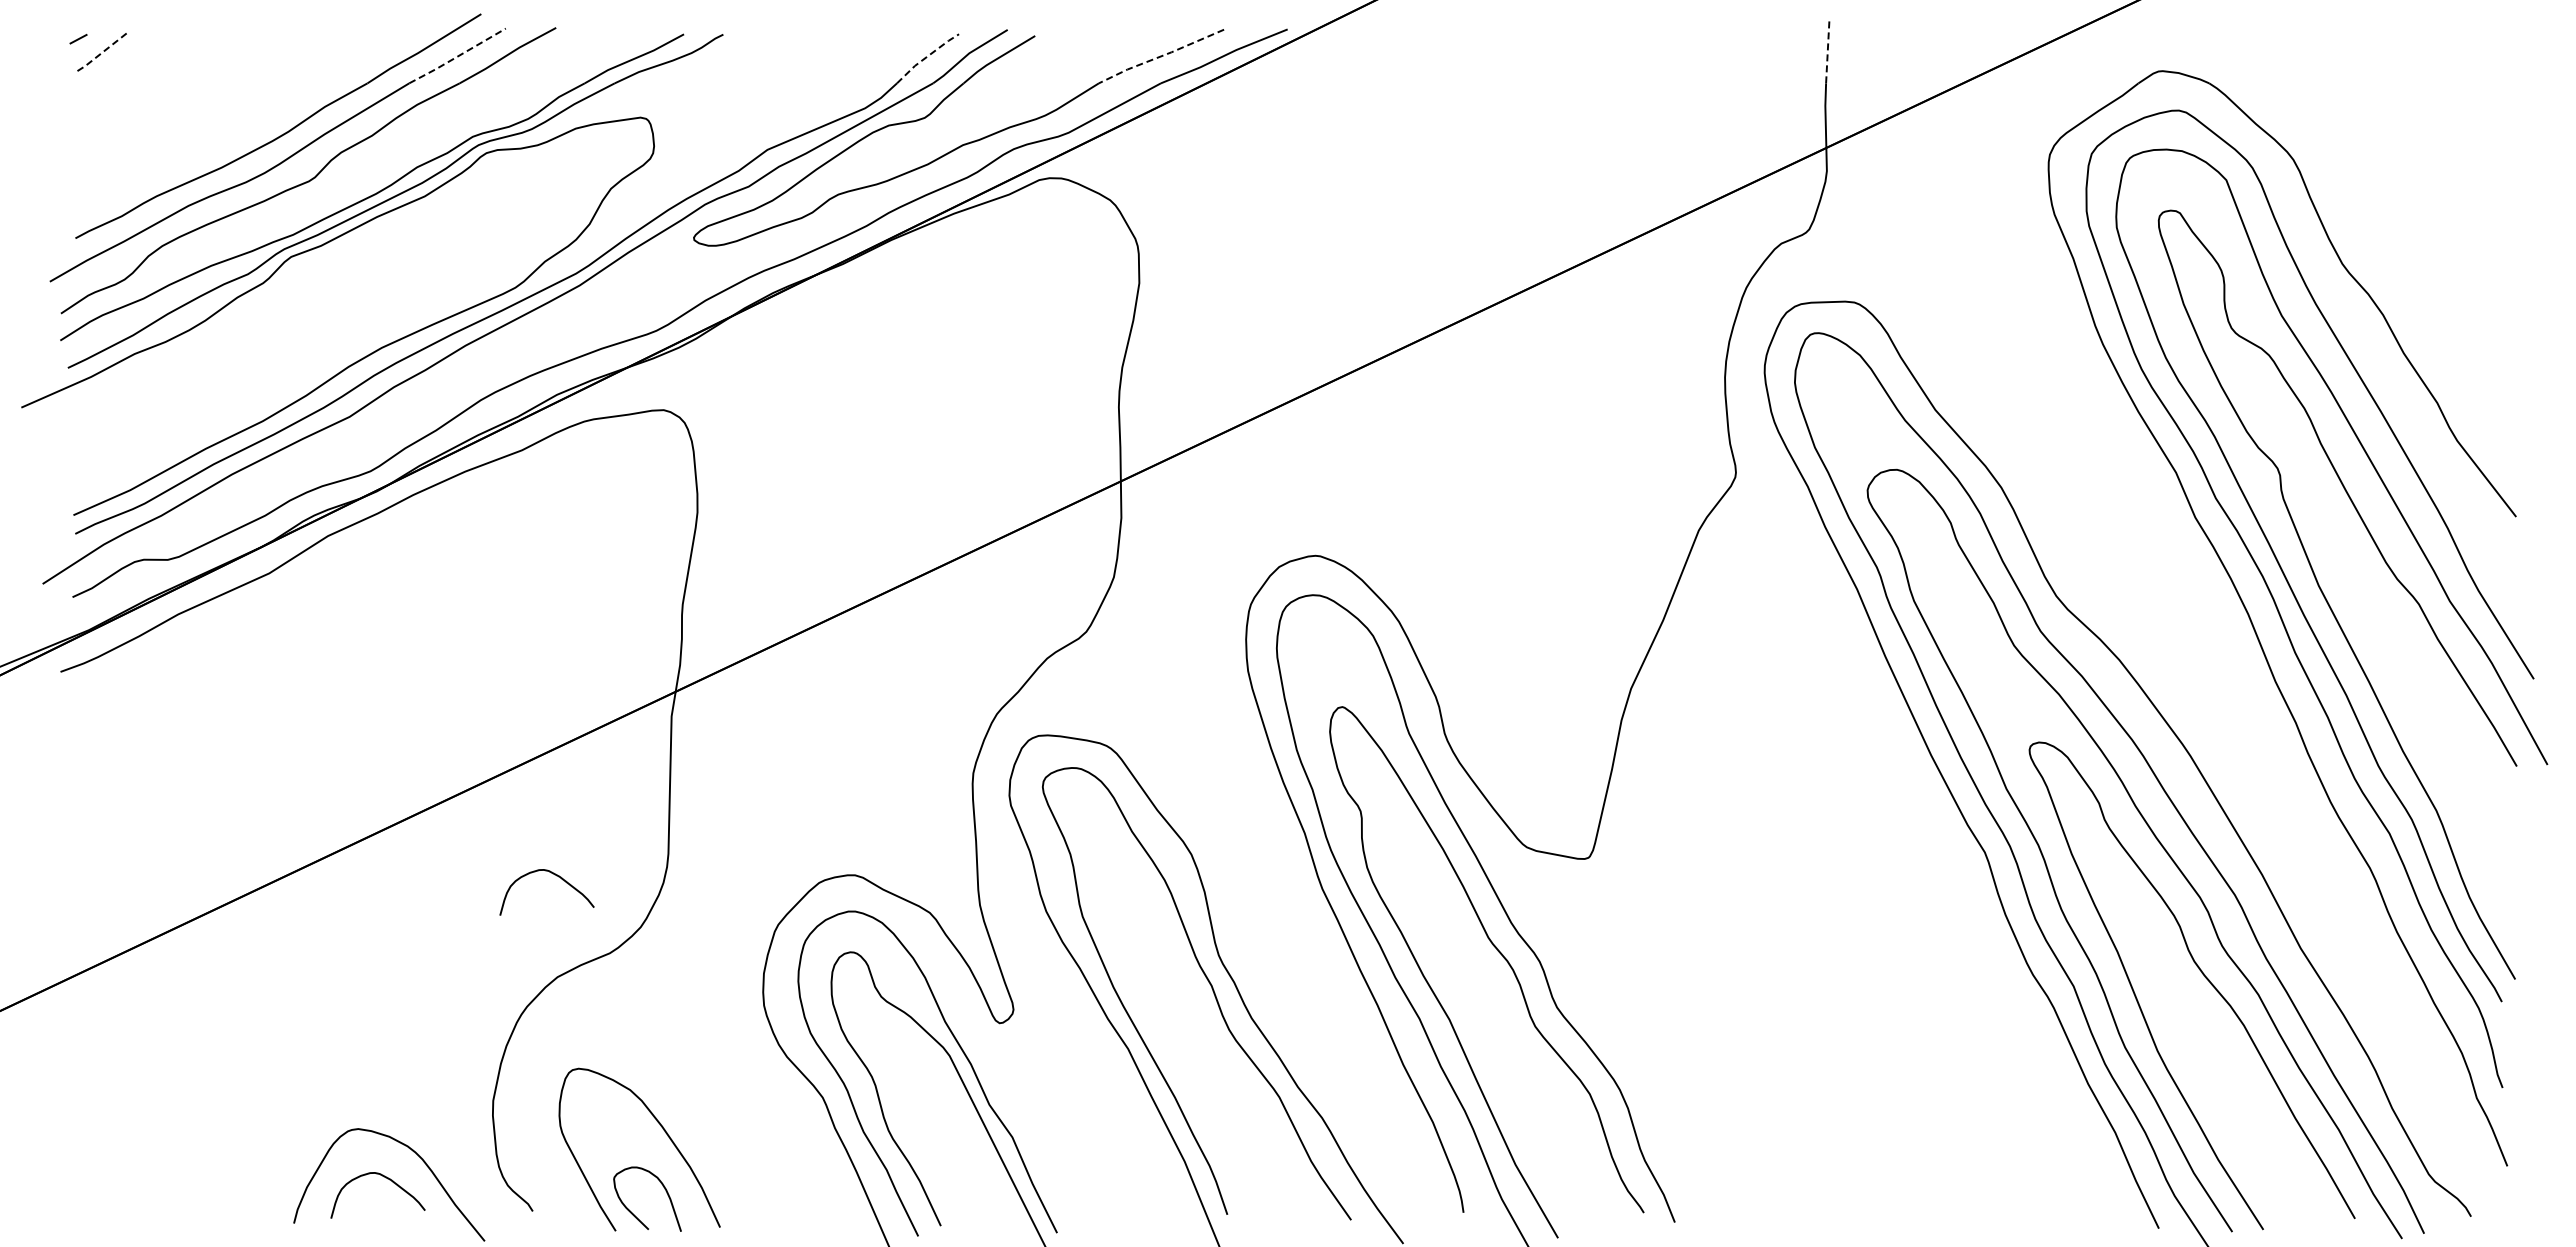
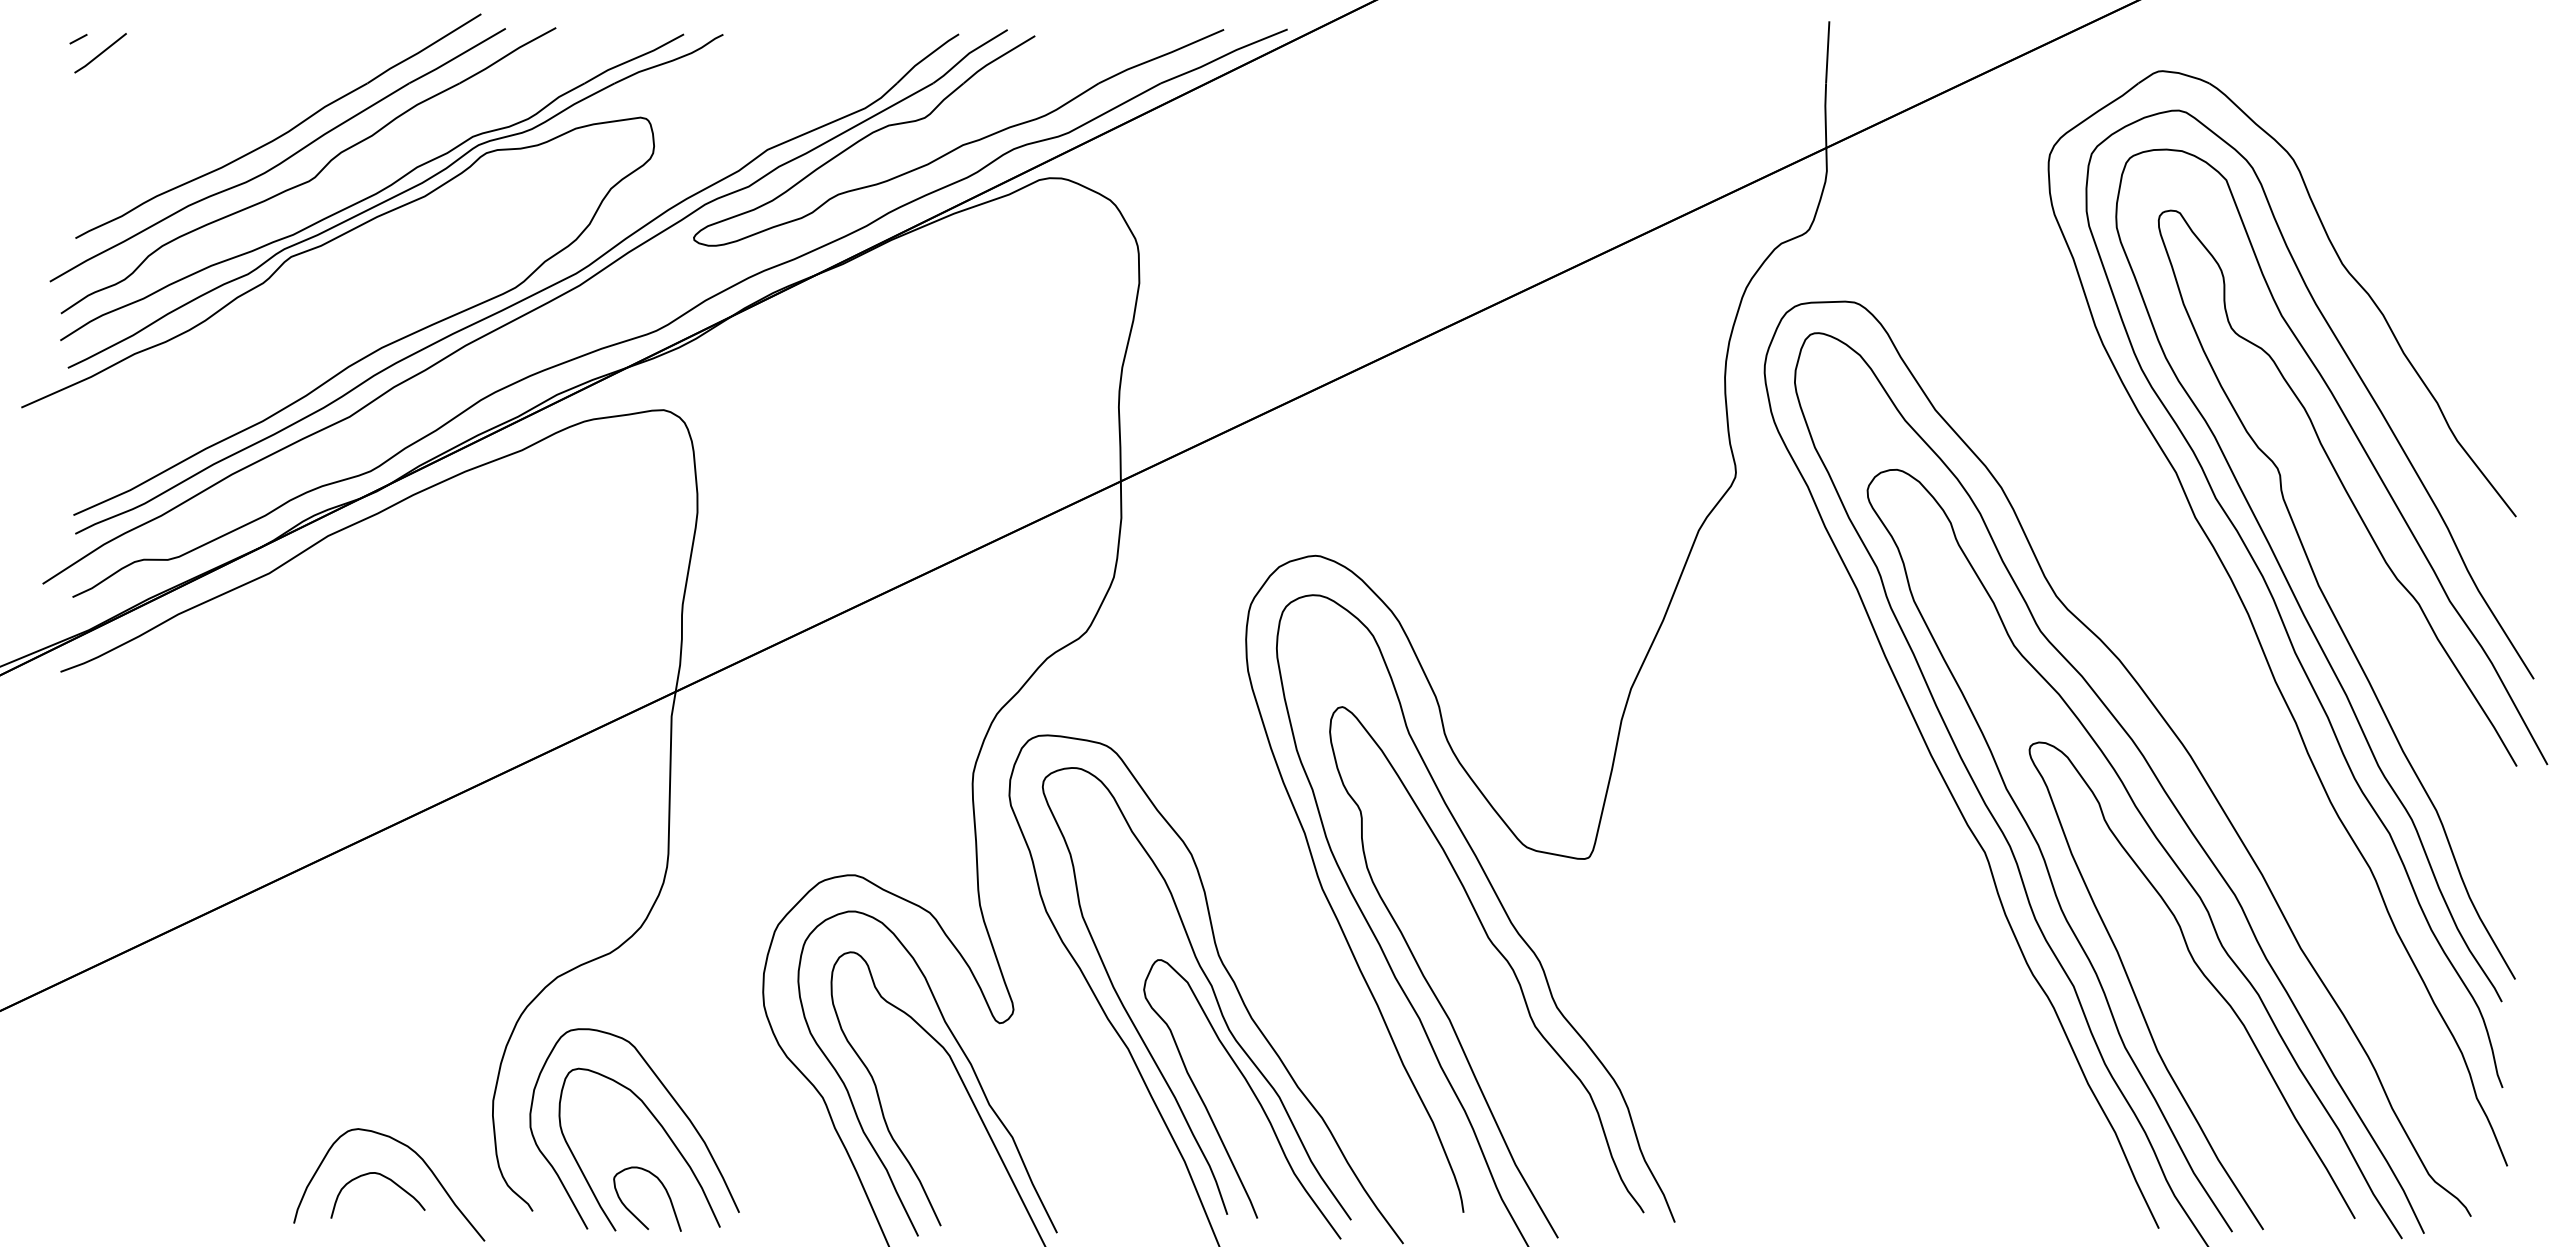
line at (1827, 51): dashed -> solid
line at (100, 54): dashed -> solid
line at (457, 56): dashed -> solid
line at (927, 56): dashed -> solid
line at (1161, 56): dashed -> solid
curve at (554, 875): present -> none
curve at (1251, 1091): none -> present
curve at (673, 1100): none -> present
